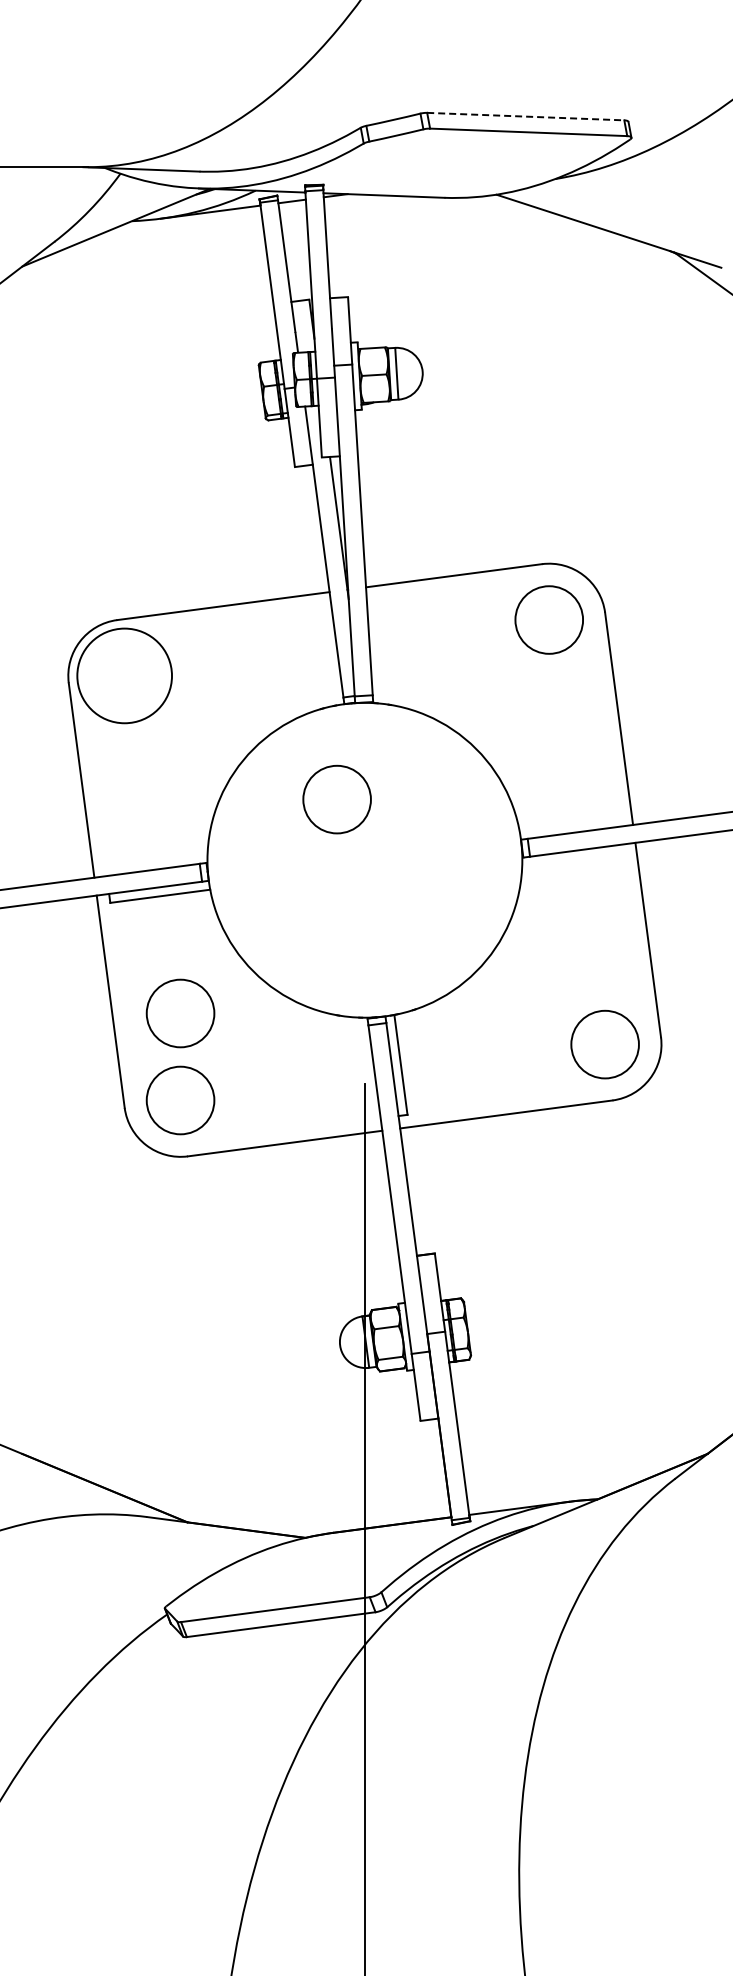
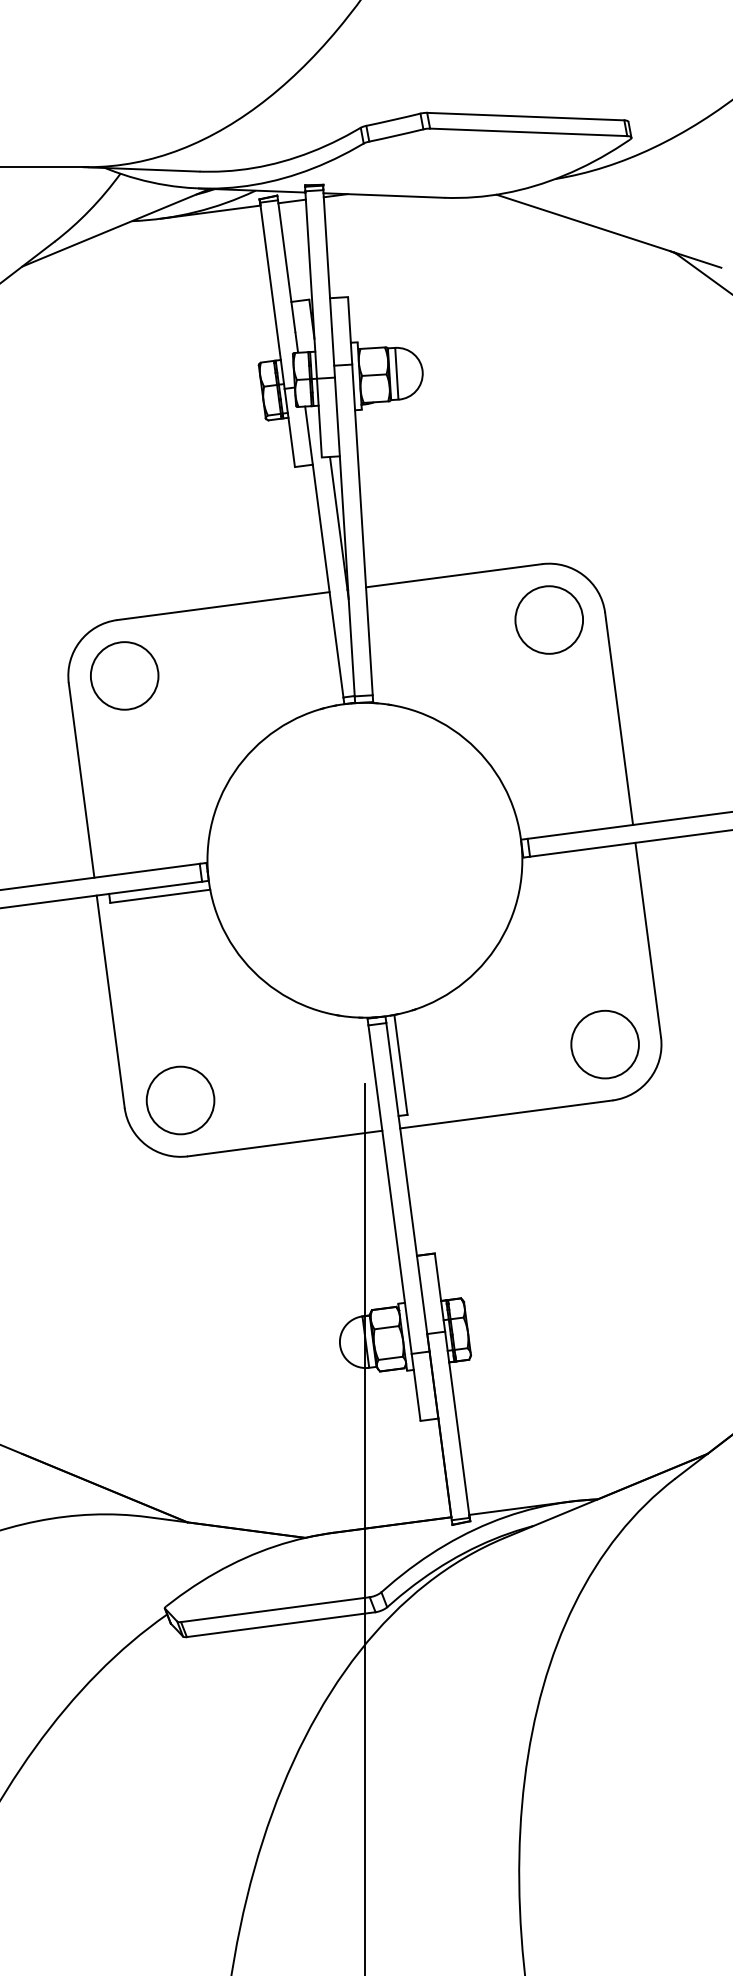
line at (525, 116): dashed -> solid
circle at (124, 675) diameter: 95 px -> 68 px
circle at (336, 799): present -> none
circle at (180, 1013): present -> none
